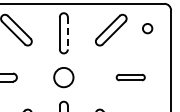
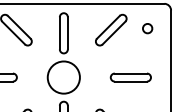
line at (67, 33): dashed -> solid
circle at (63, 77) diameter: 19 px -> 32 px
part at (130, 77) size: 31x9 px -> 43x11 px
